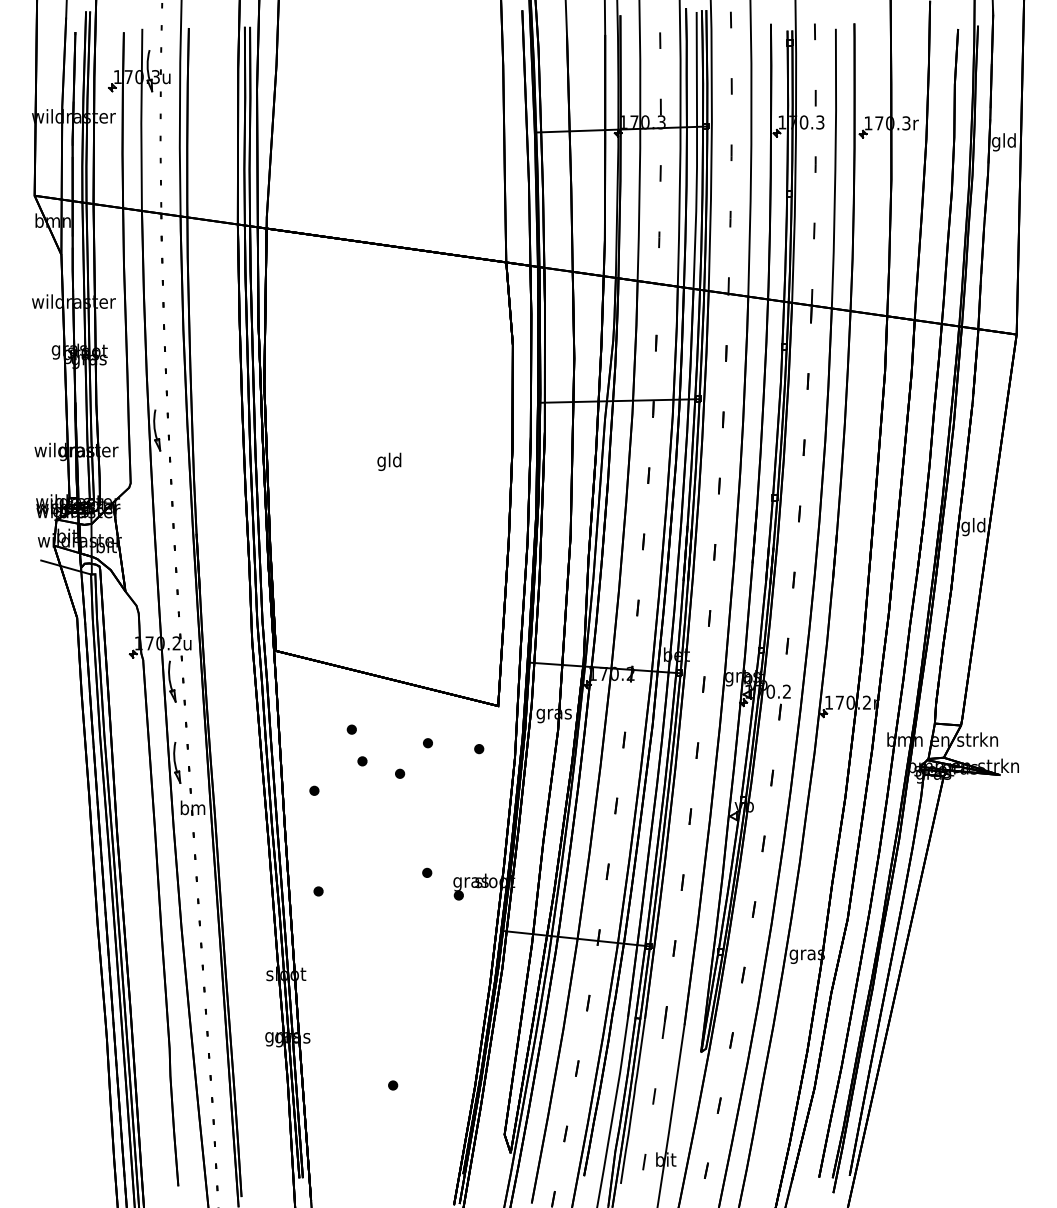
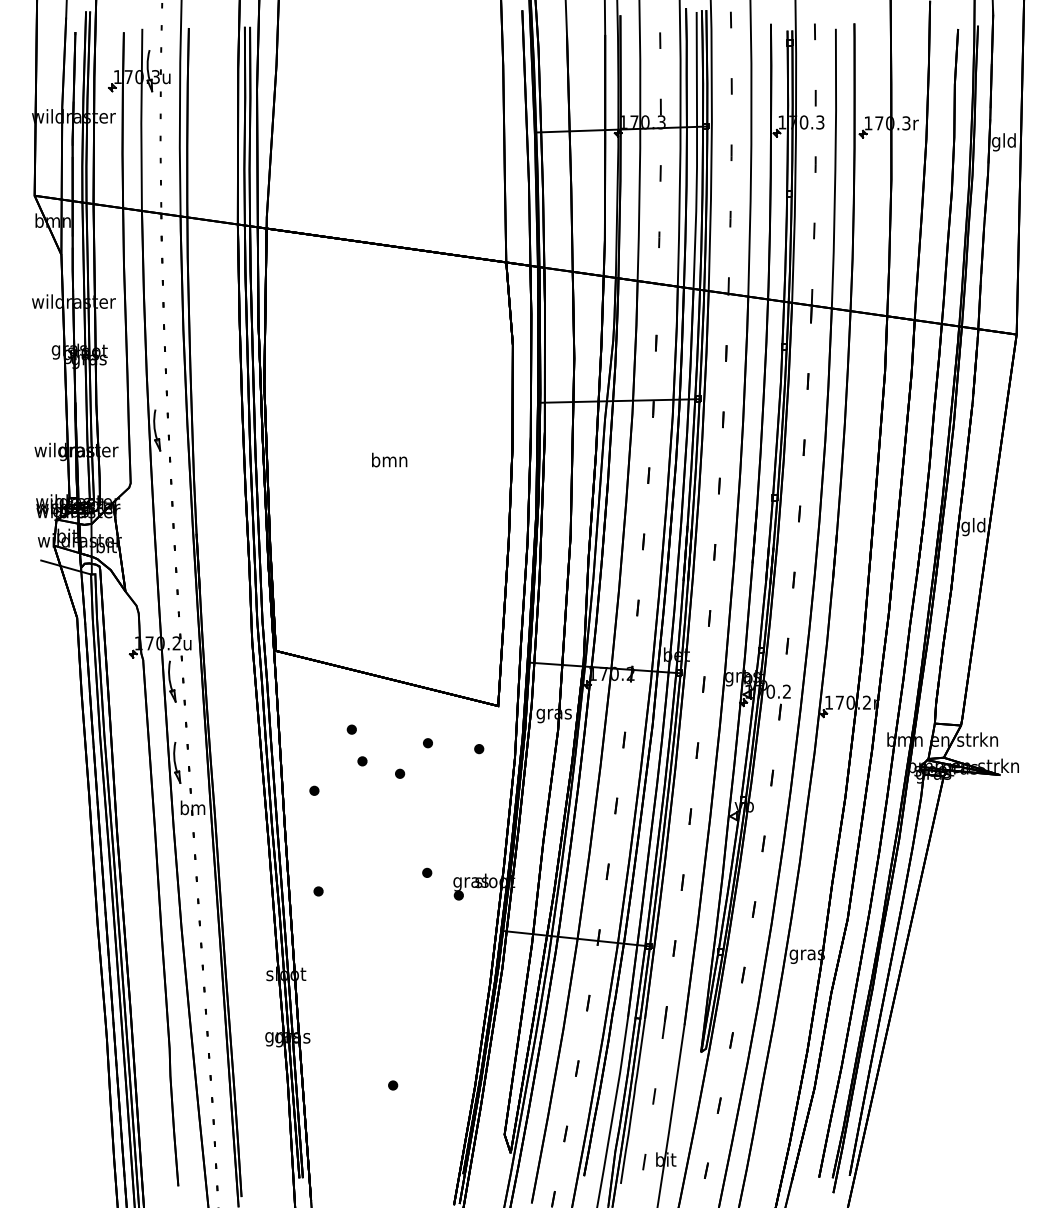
text at (389, 461): gld -> bmn
